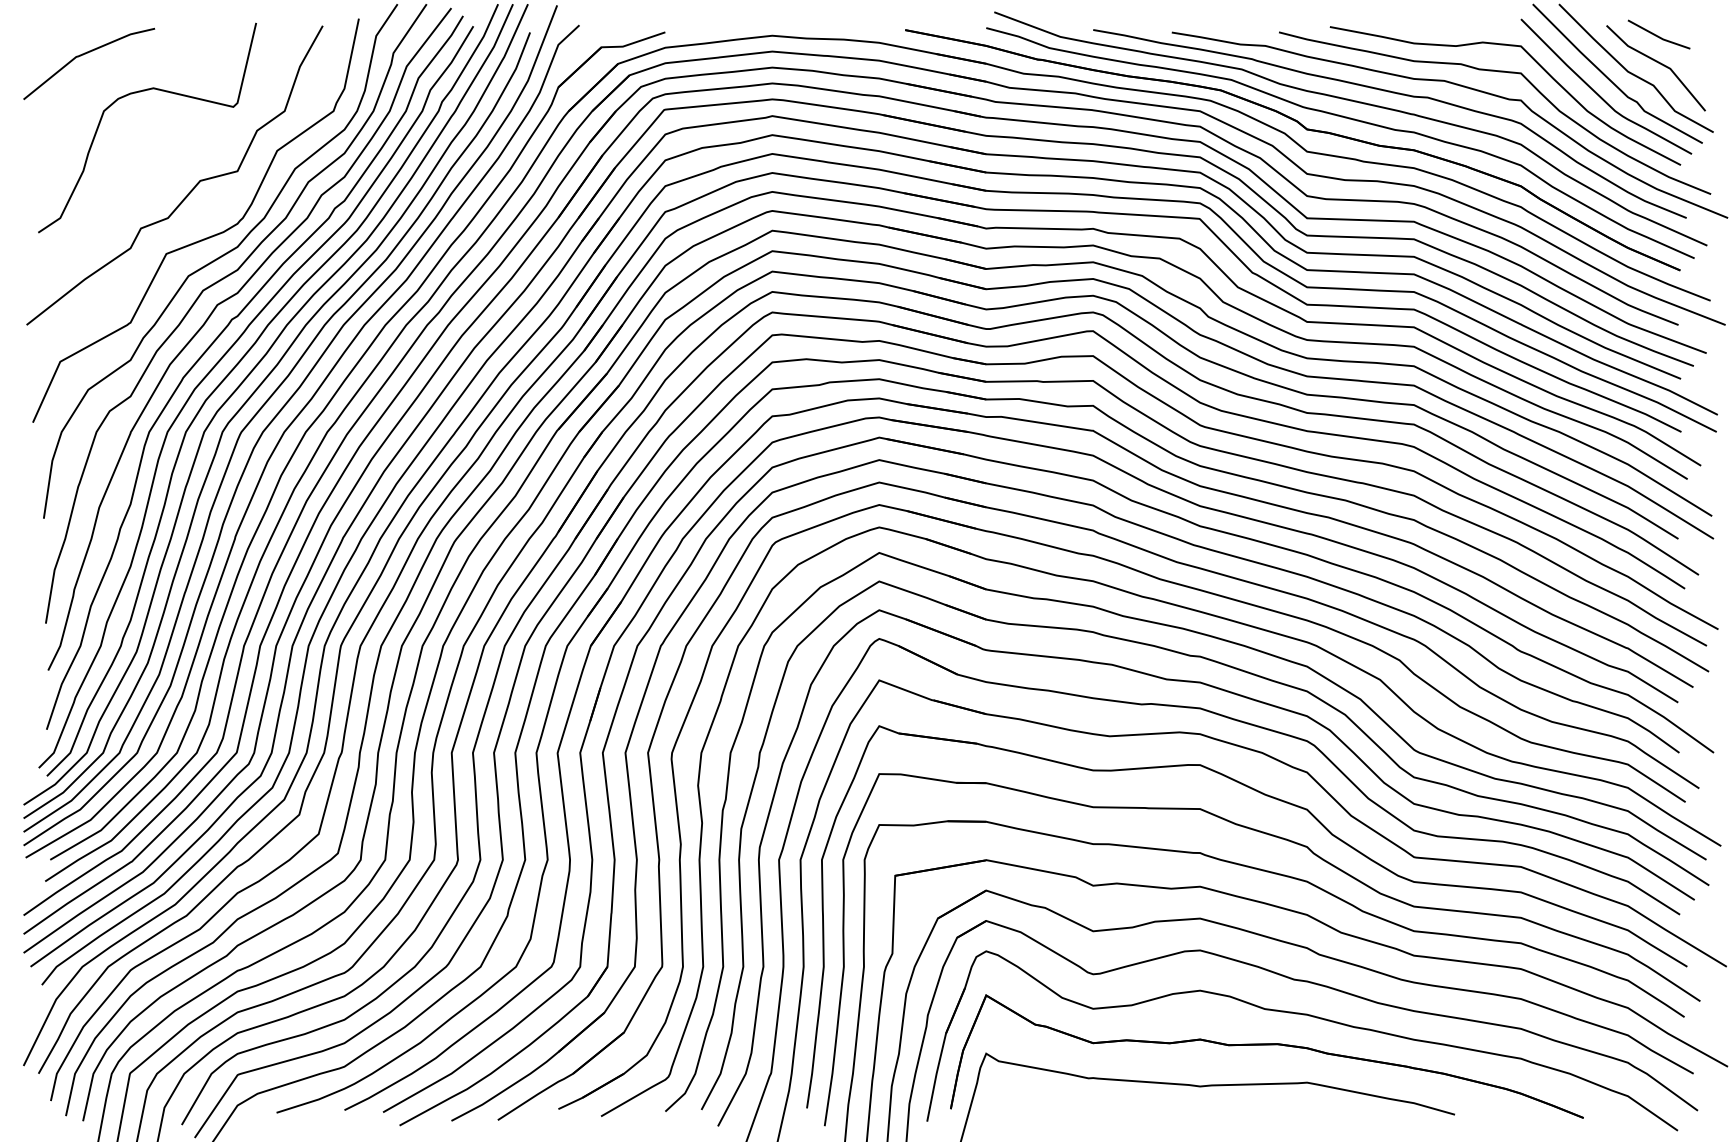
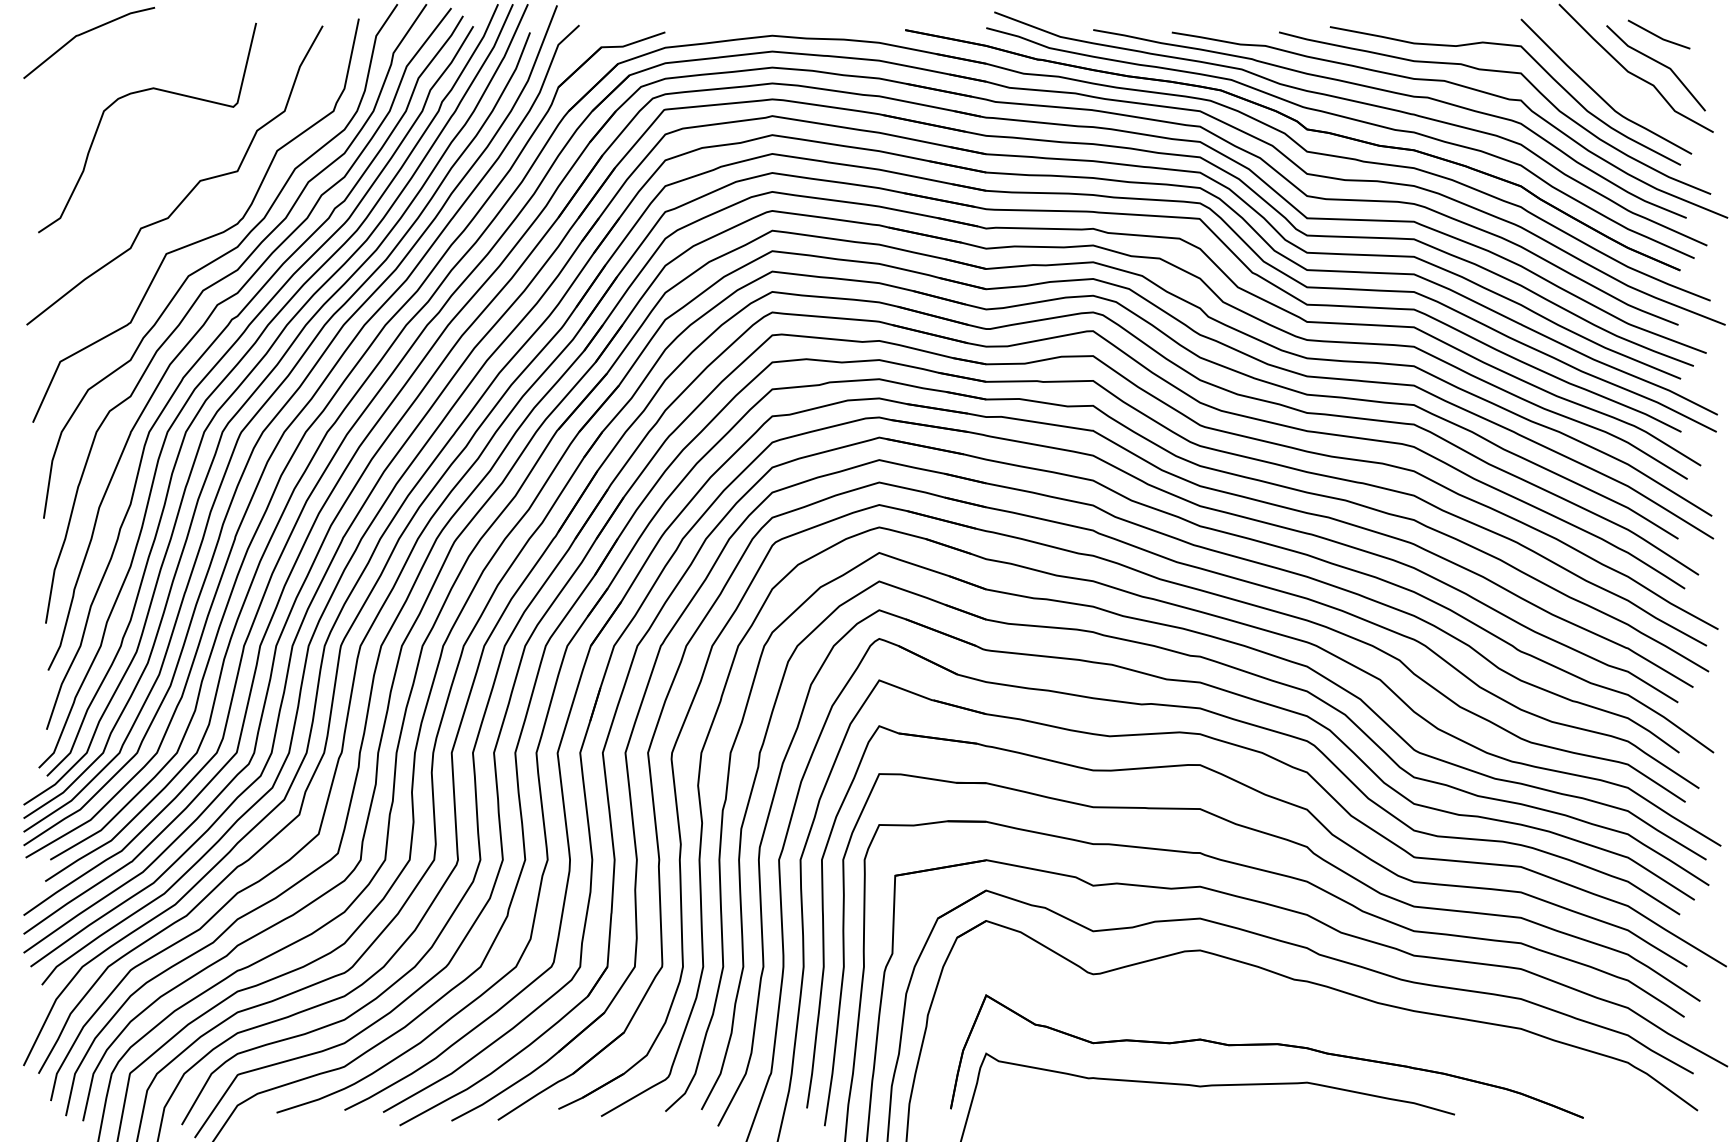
line at (85, 54) position: (85, 54) -> (85, 33)
curve at (1610, 79): present -> none
part at (1309, 1016): present -> none
